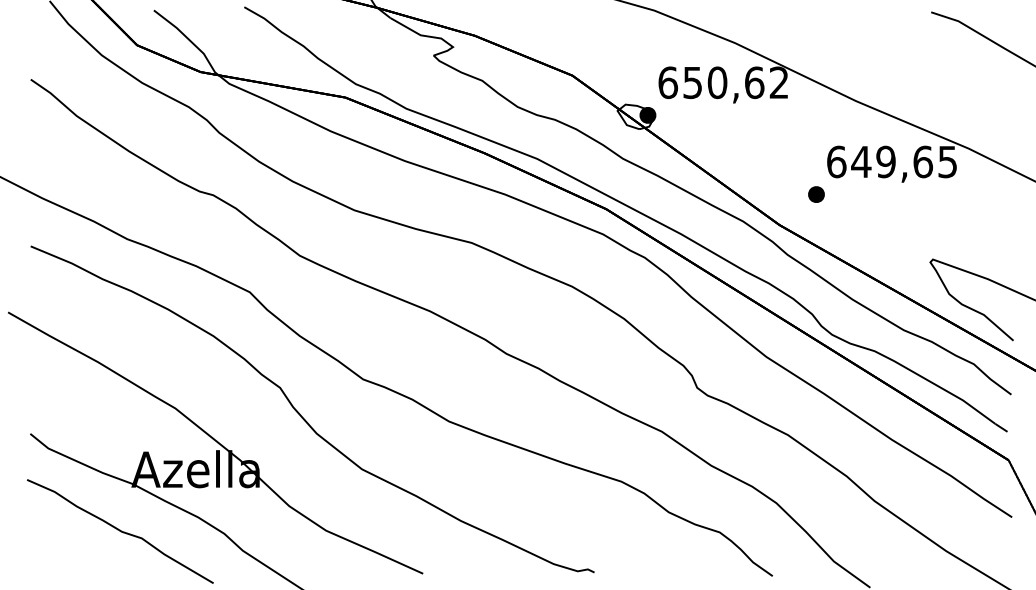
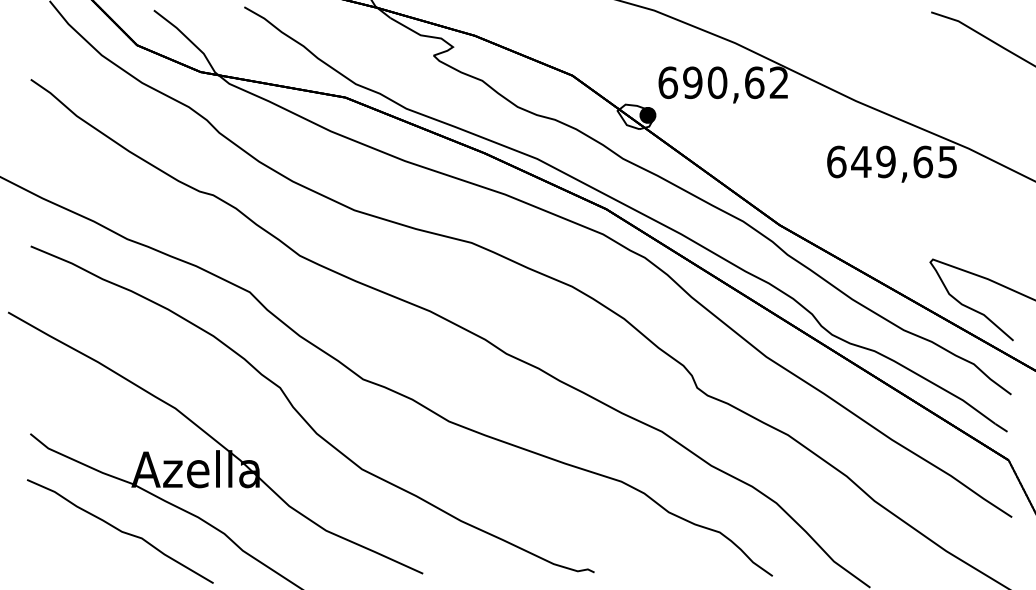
text at (692, 82): 650,62 -> 690,62
part at (816, 194): present -> none
